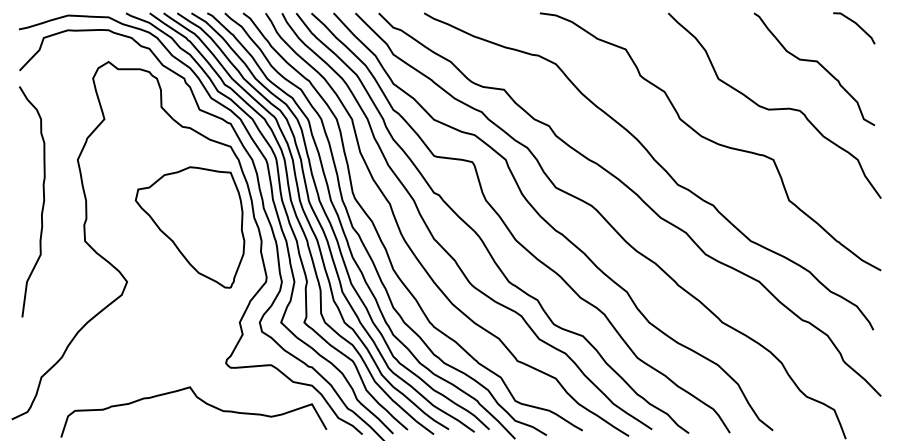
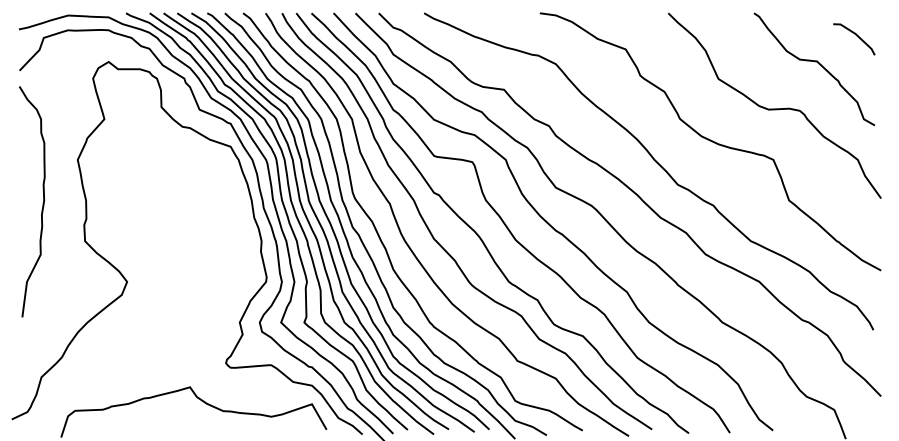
line at (856, 25) position: (856, 25) -> (856, 36)
part at (189, 227): present -> none
